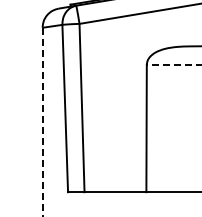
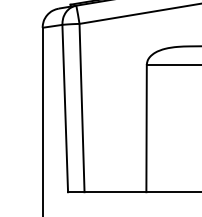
line at (173, 64): dashed -> solid
line at (42, 122): dashed -> solid
